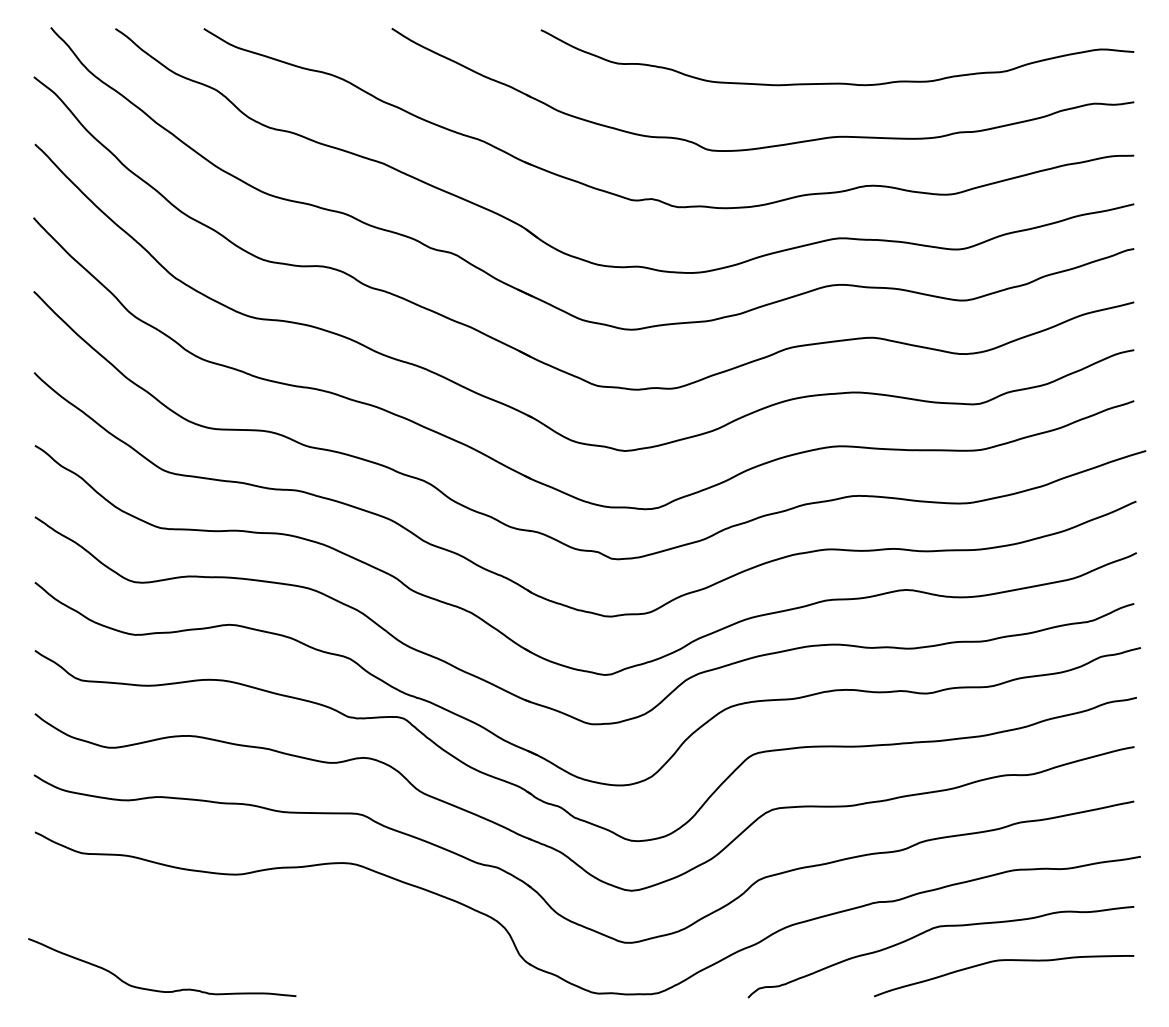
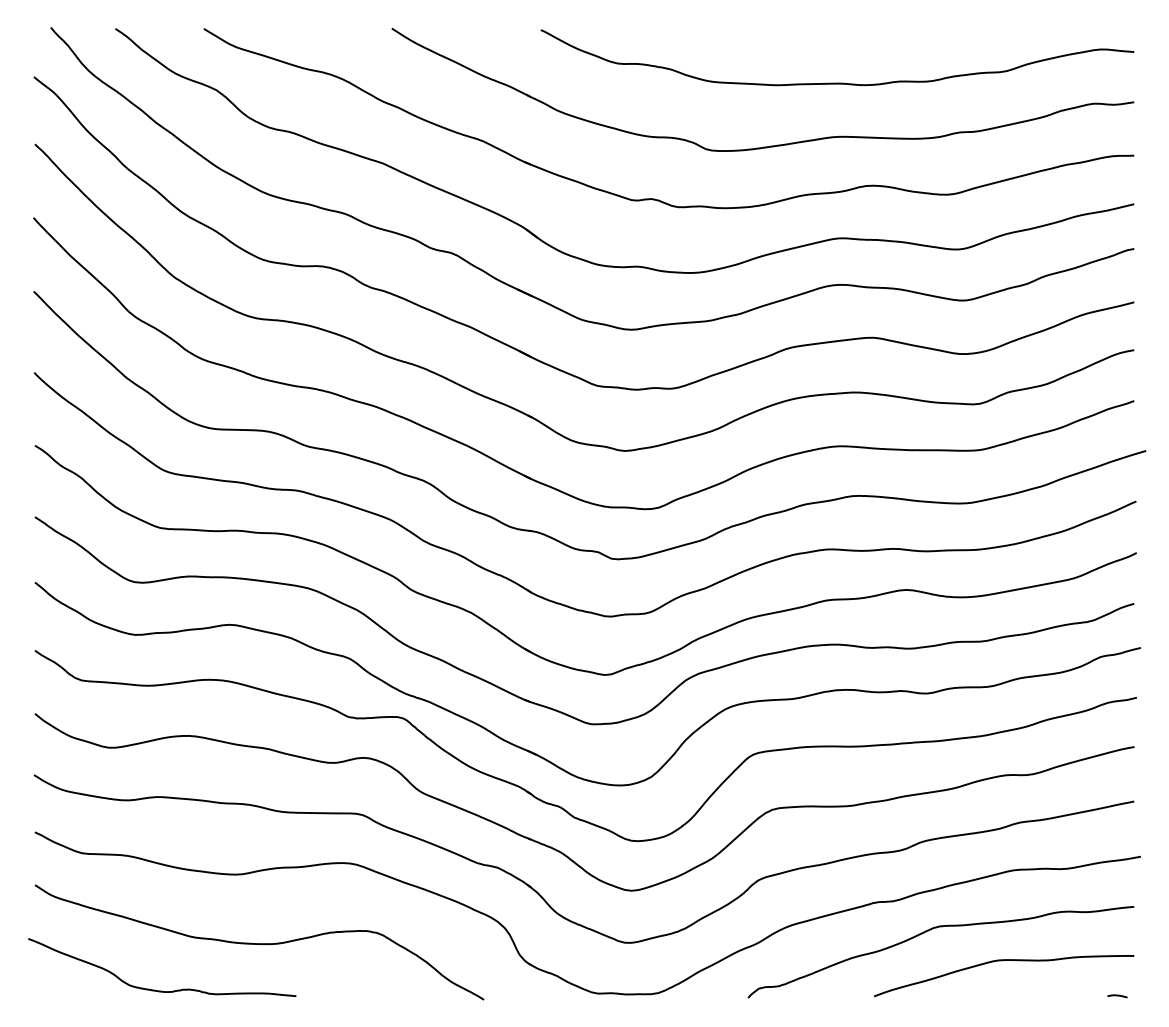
curve at (259, 943): none -> present
line at (1117, 996): none -> present
